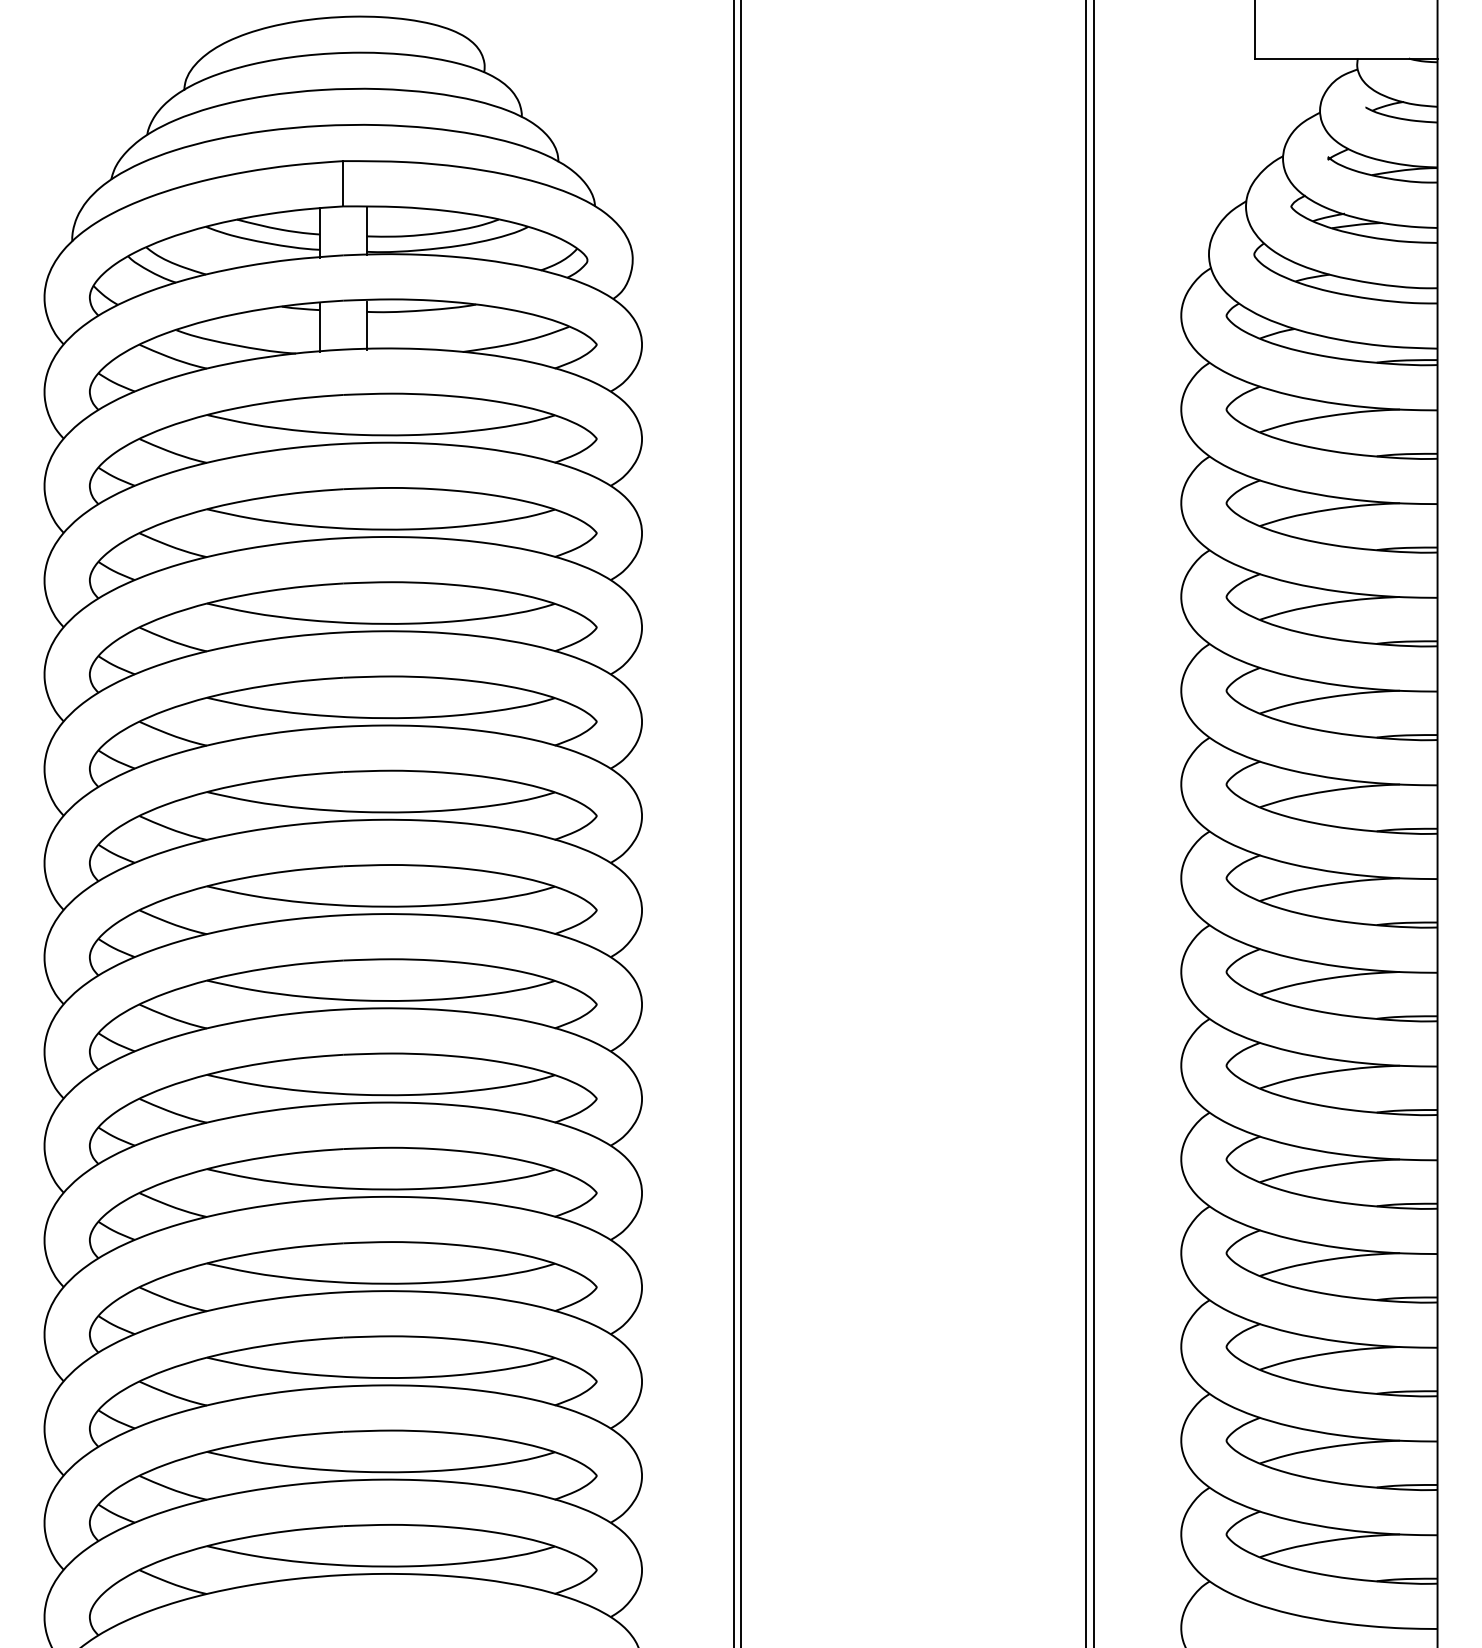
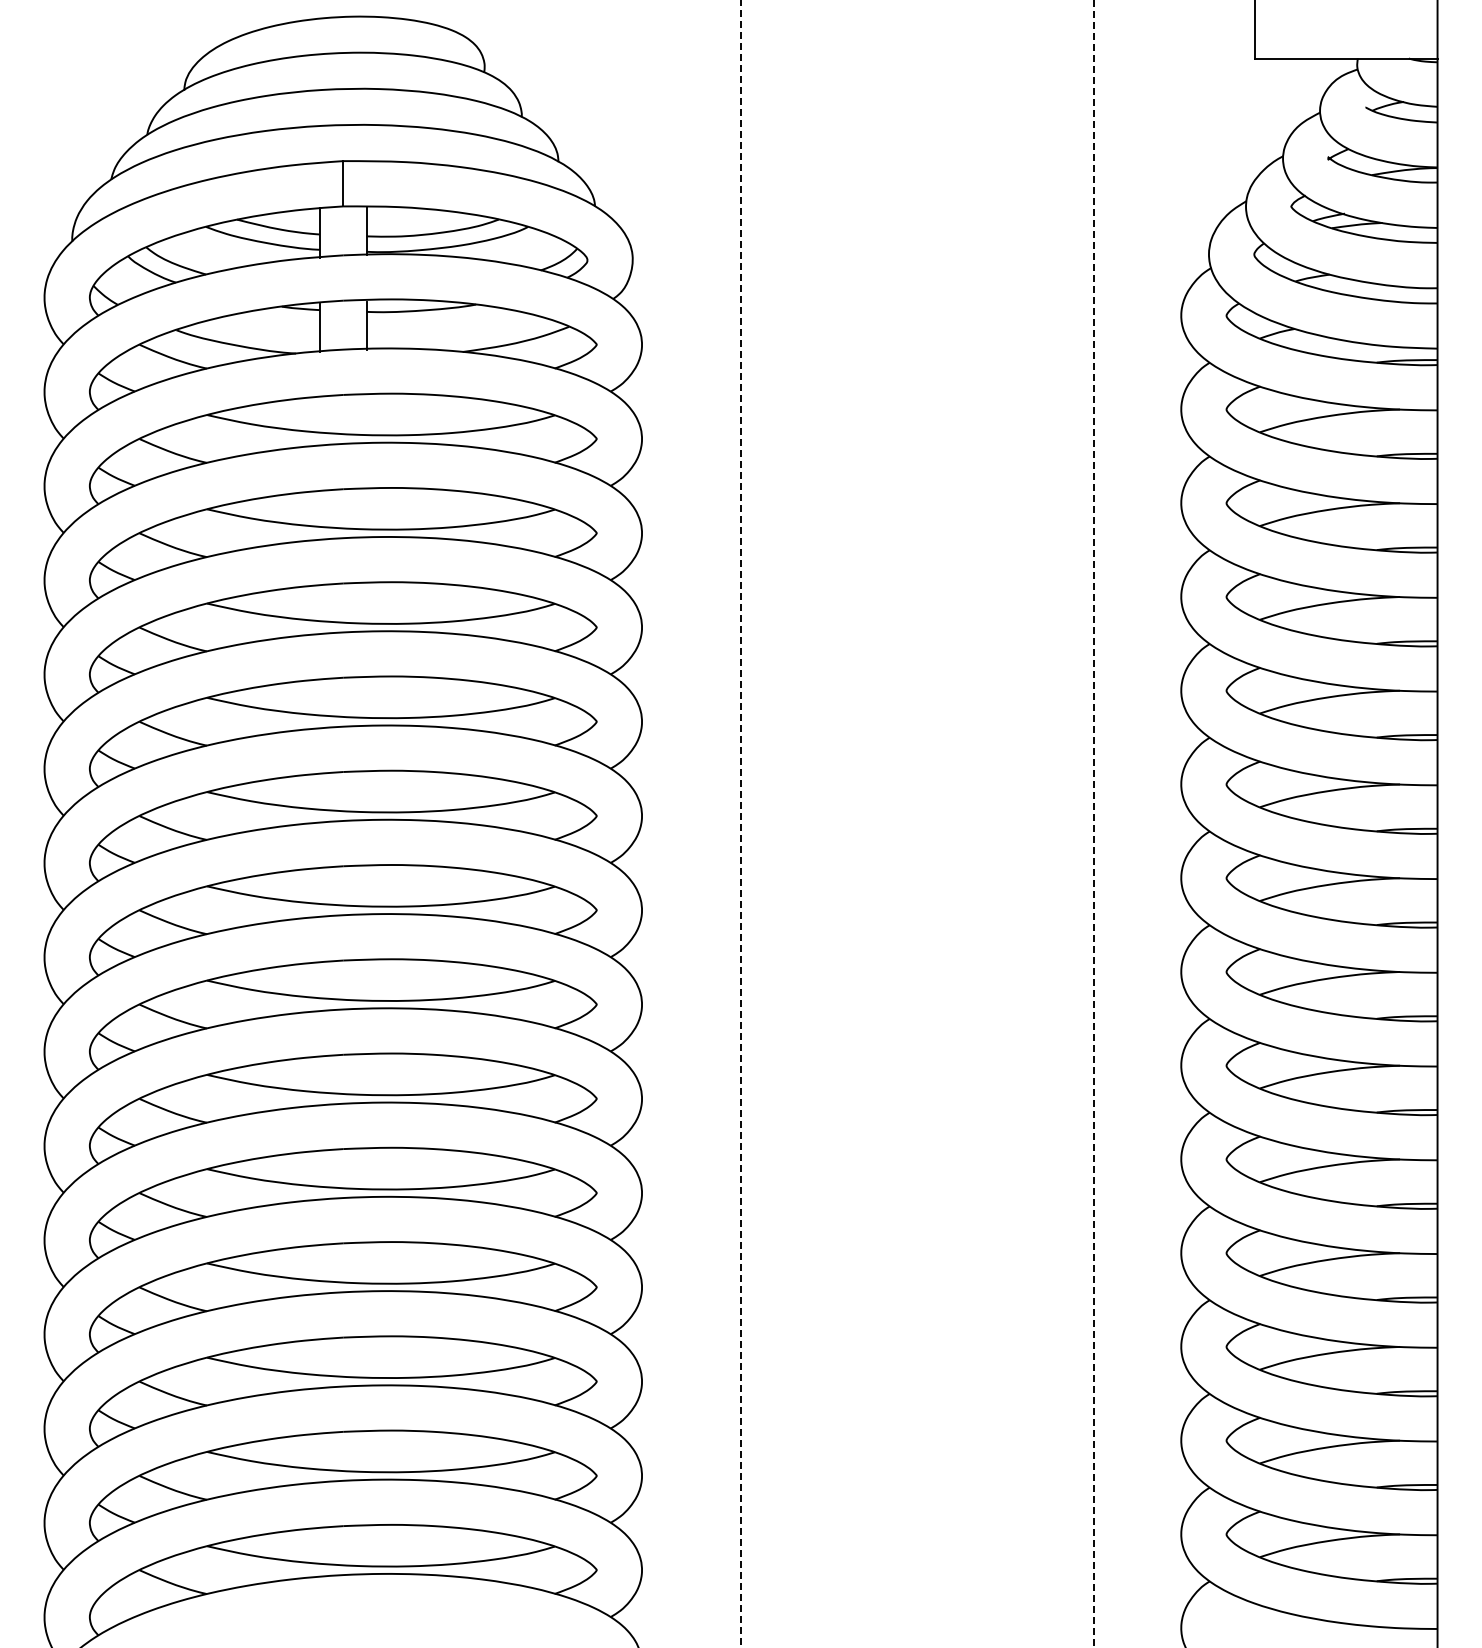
line at (733, 823): present -> none
line at (1086, 823): present -> none
line at (740, 824): solid -> dashed
line at (1093, 824): solid -> dashed
